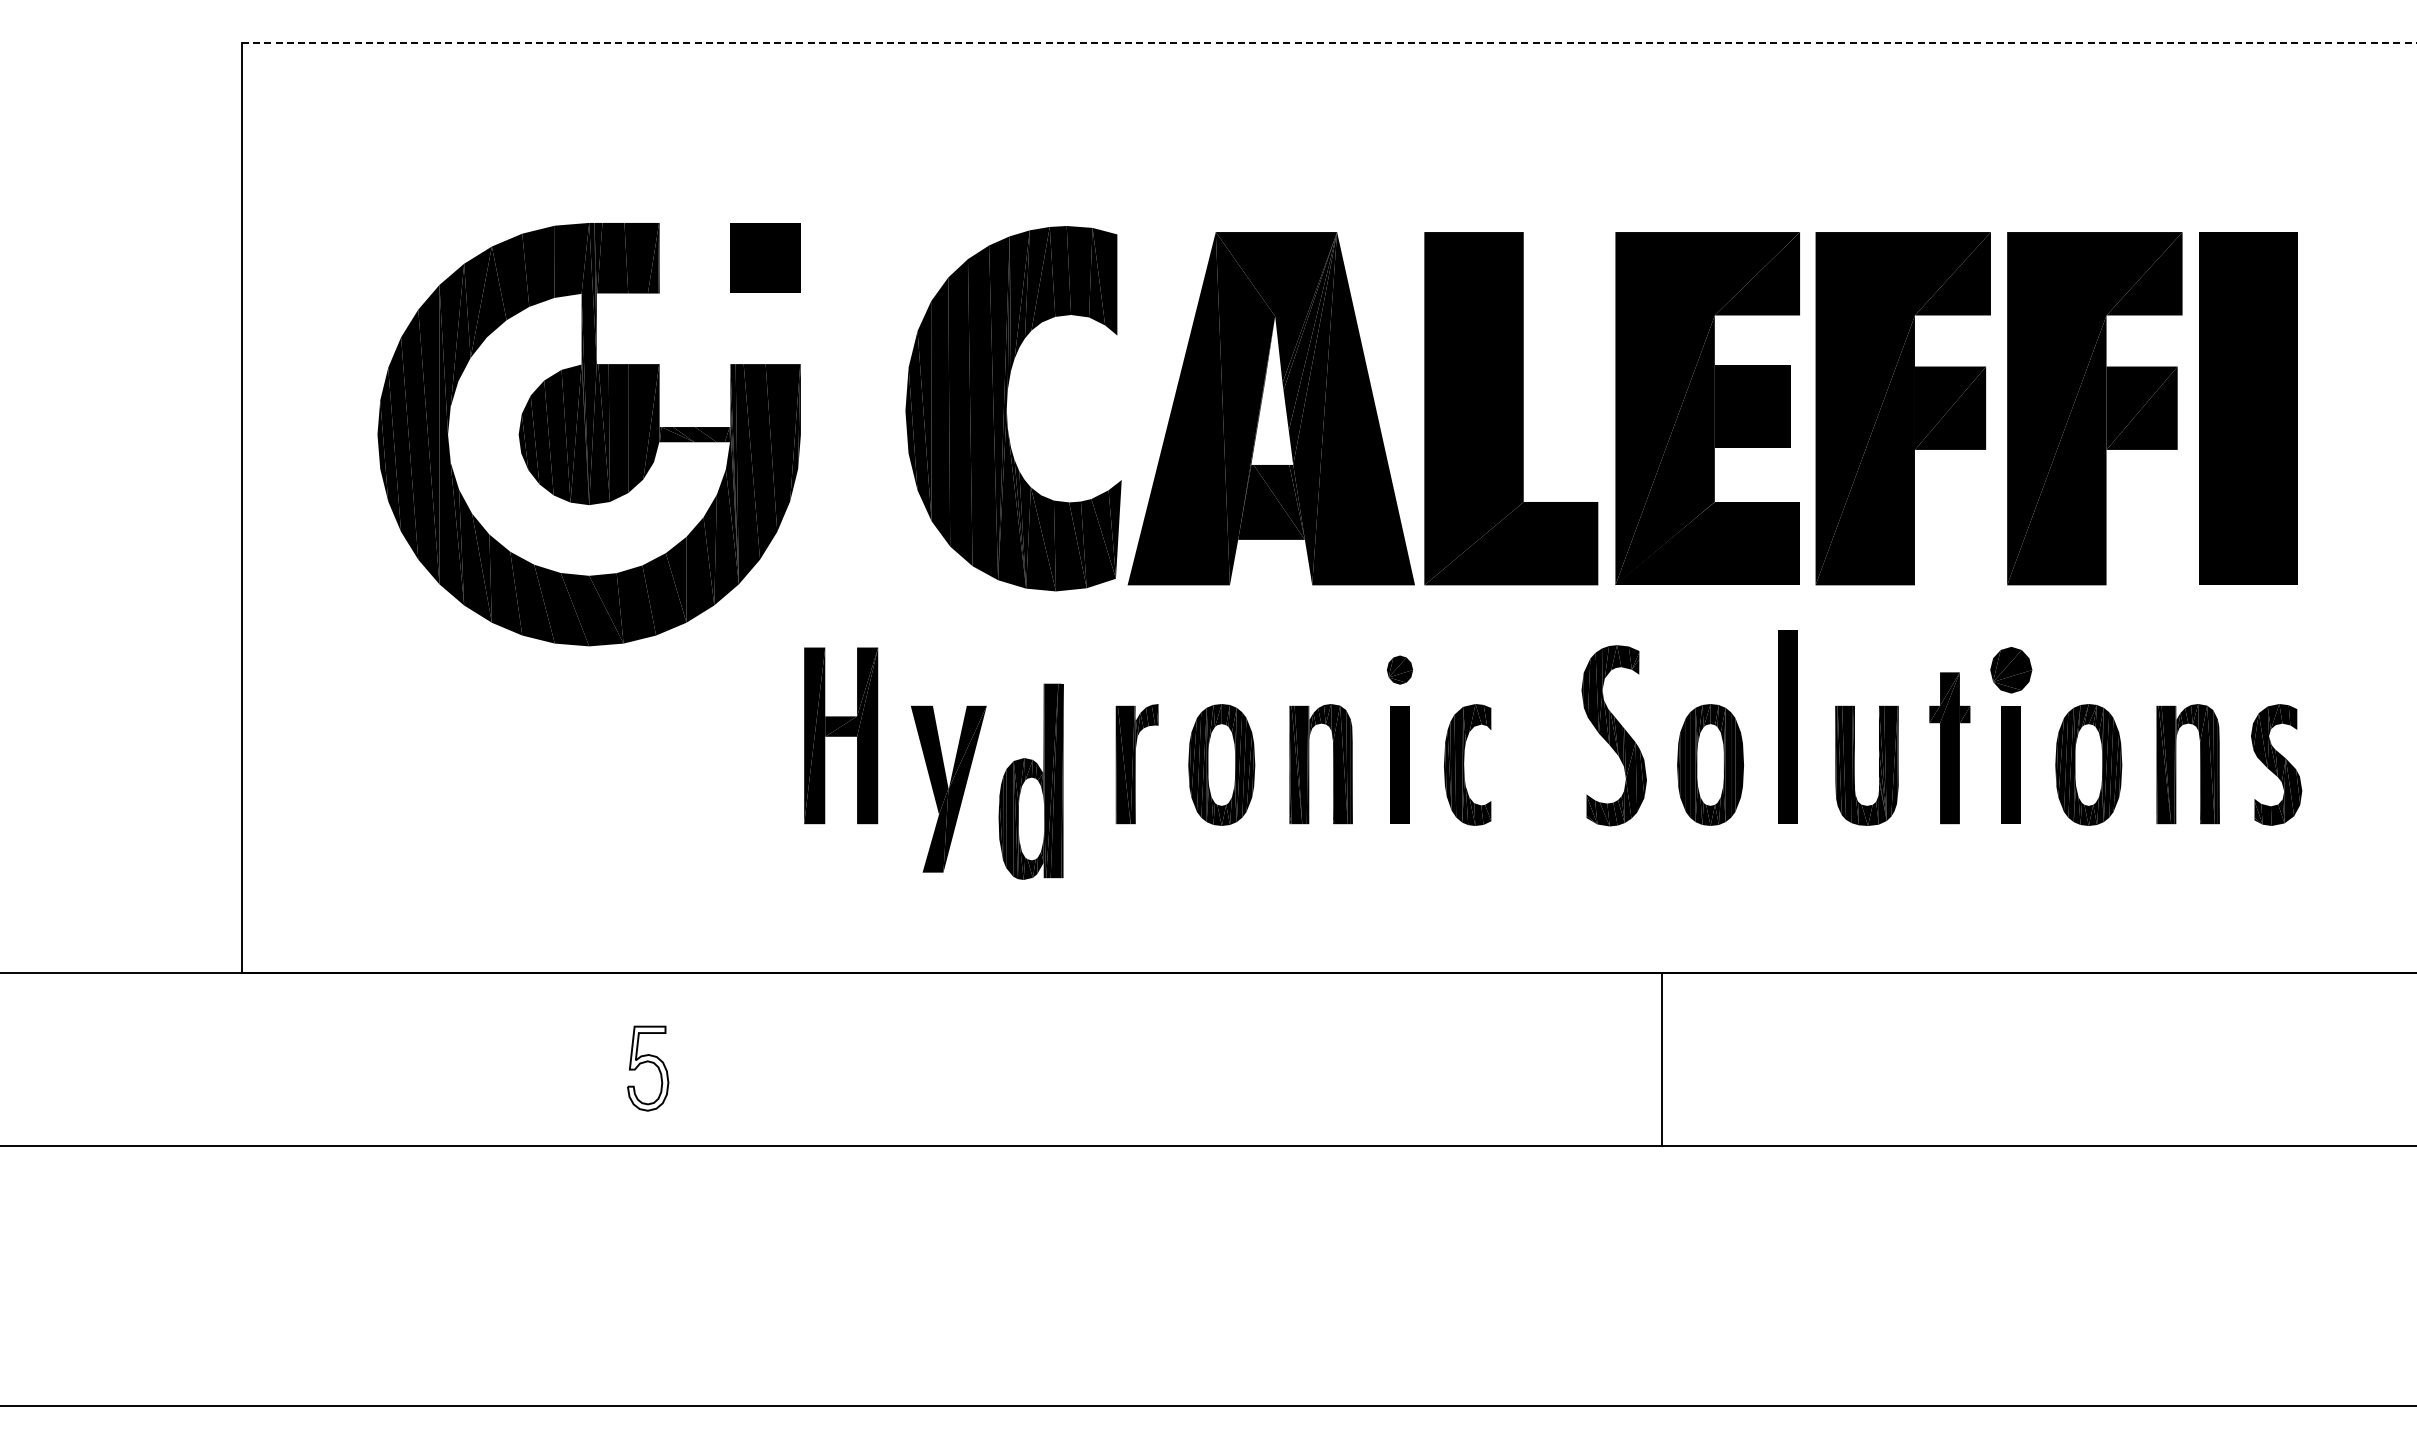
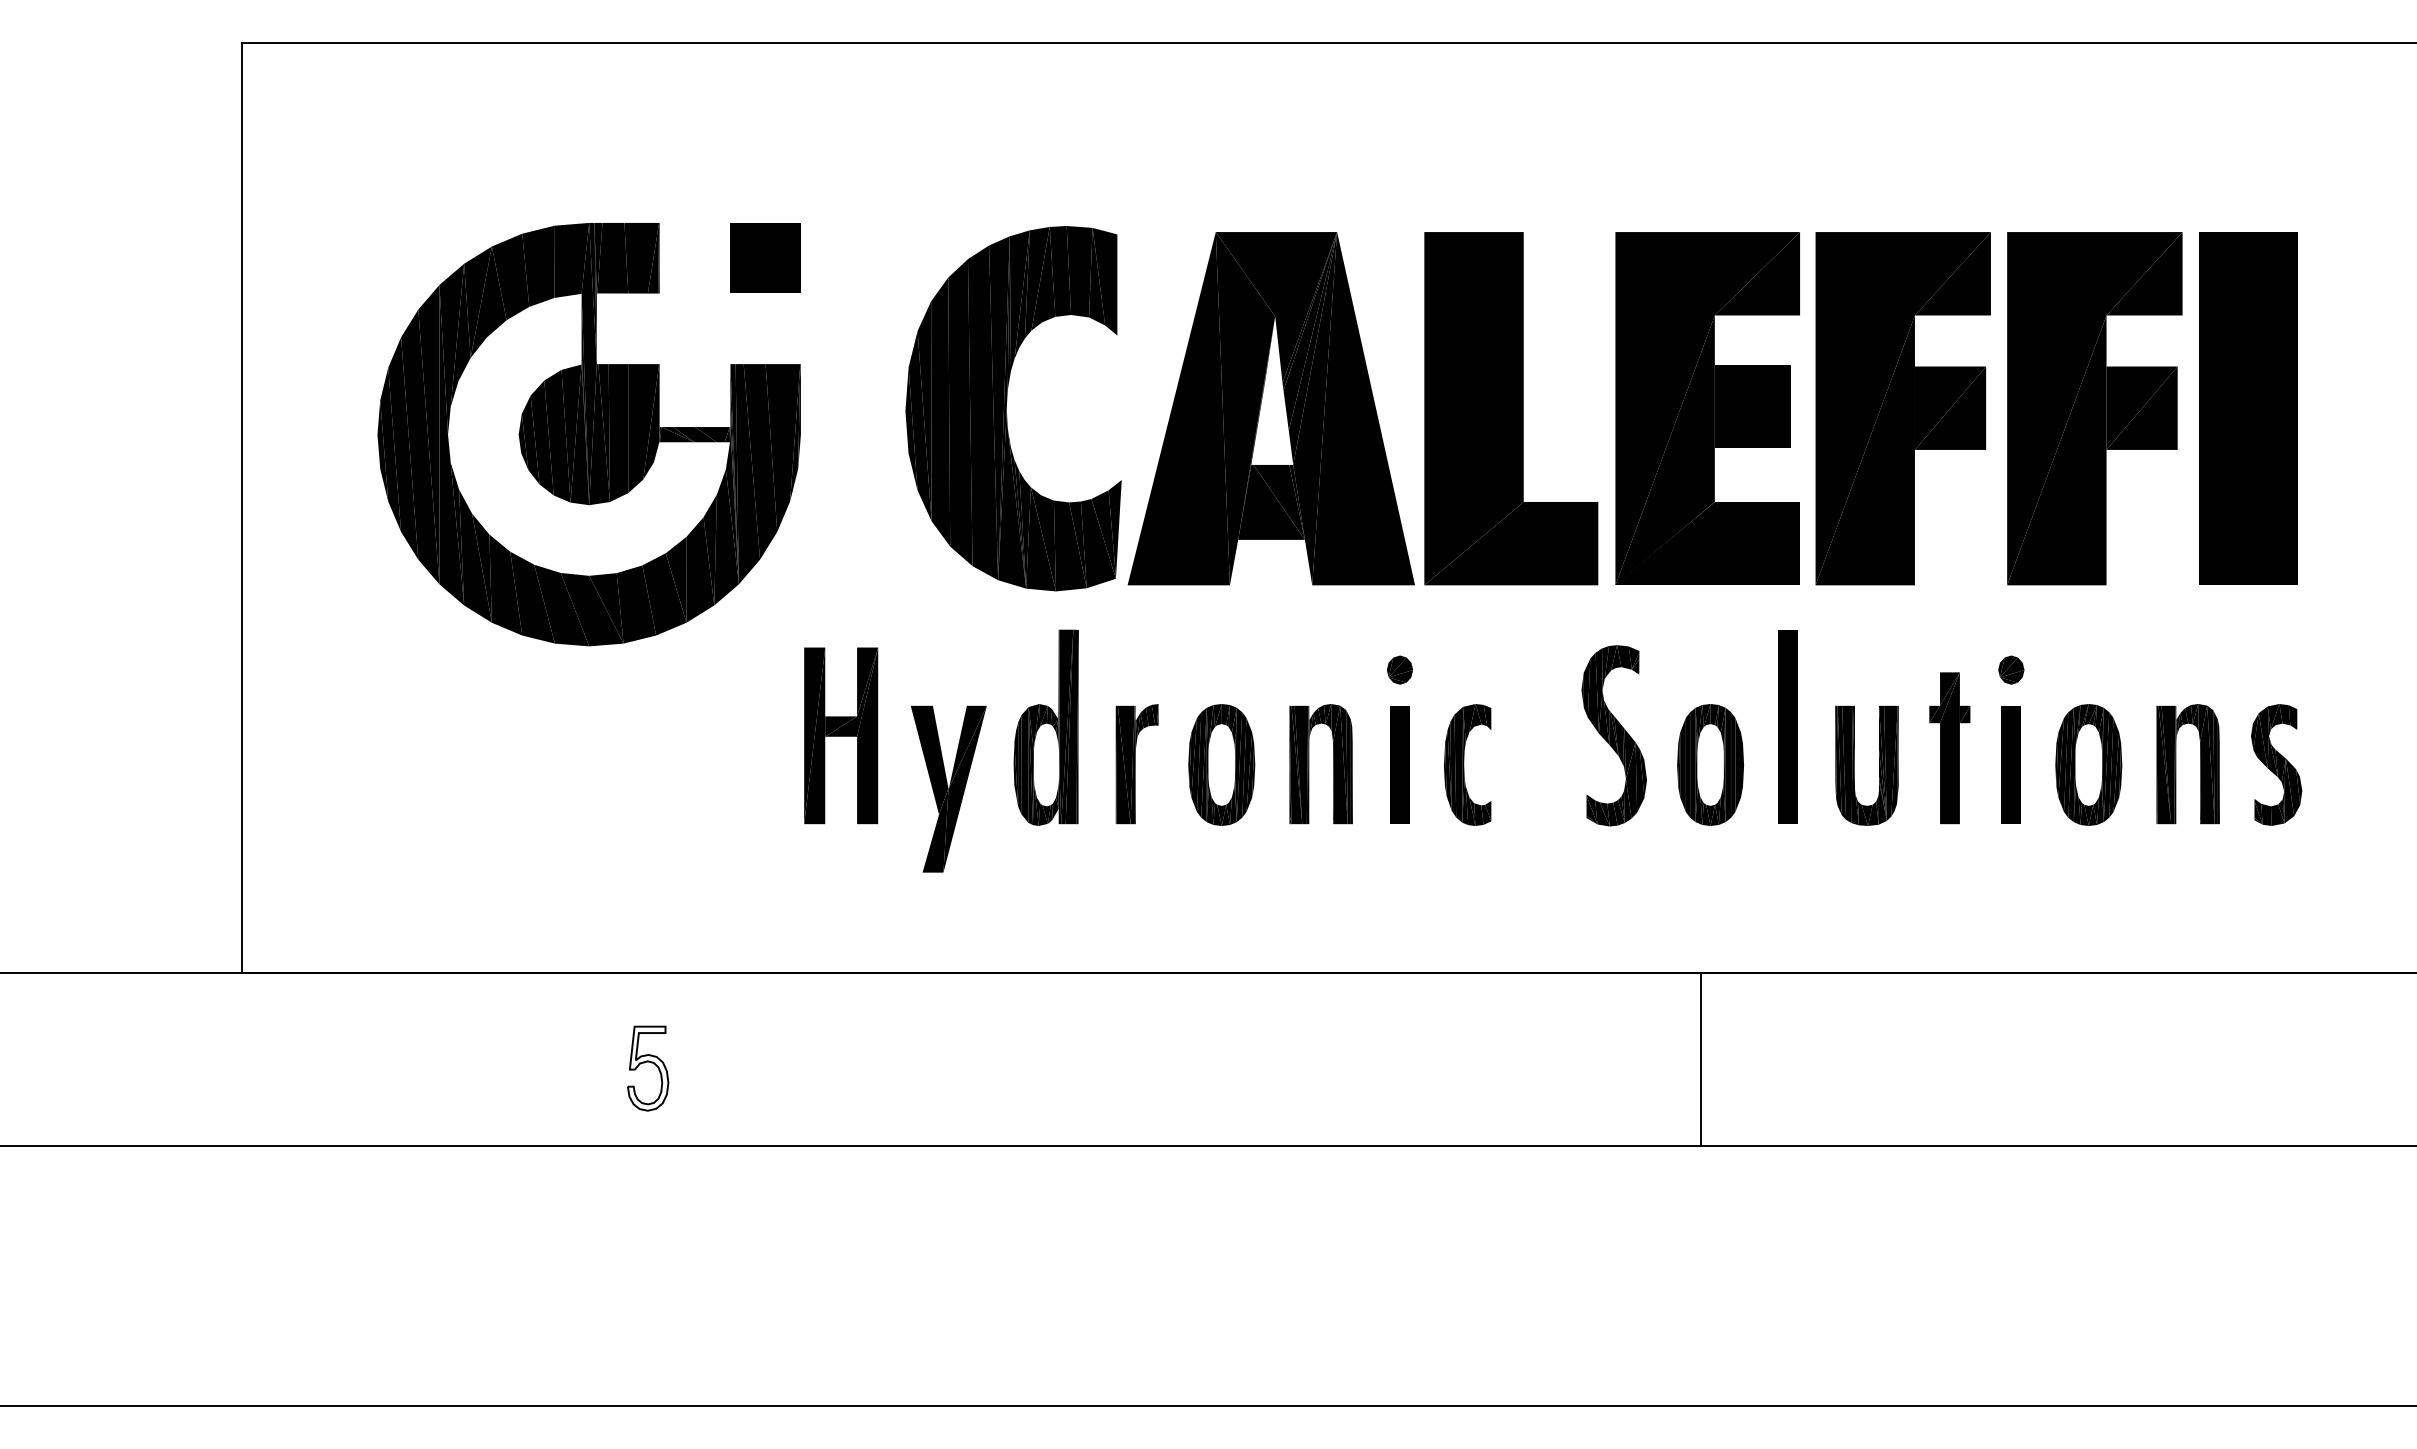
line at (1329, 43): dashed -> solid
part at (2011, 670) size: 43x47 px -> 27x30 px
part at (1030, 781) position: (1030, 781) -> (1045, 727)
line at (1662, 1059) position: (1662, 1059) -> (1701, 1059)
